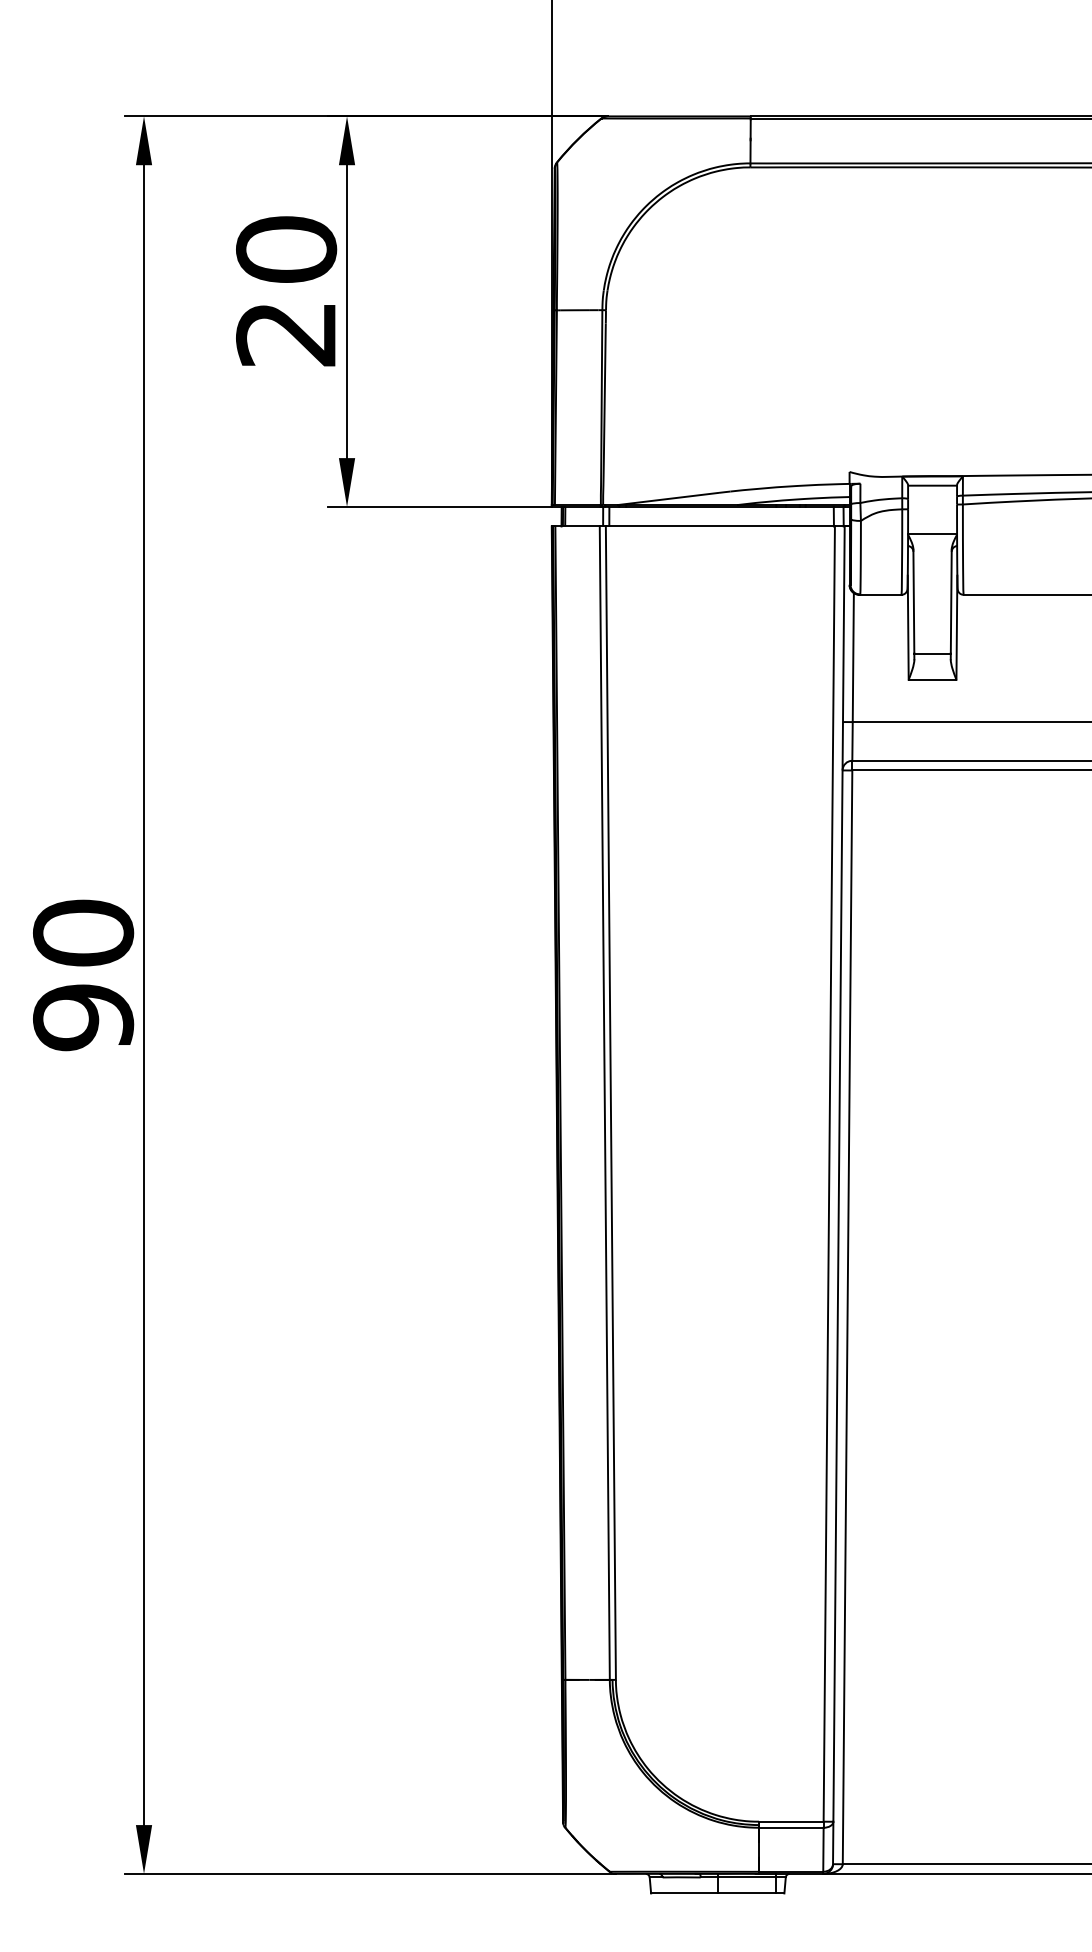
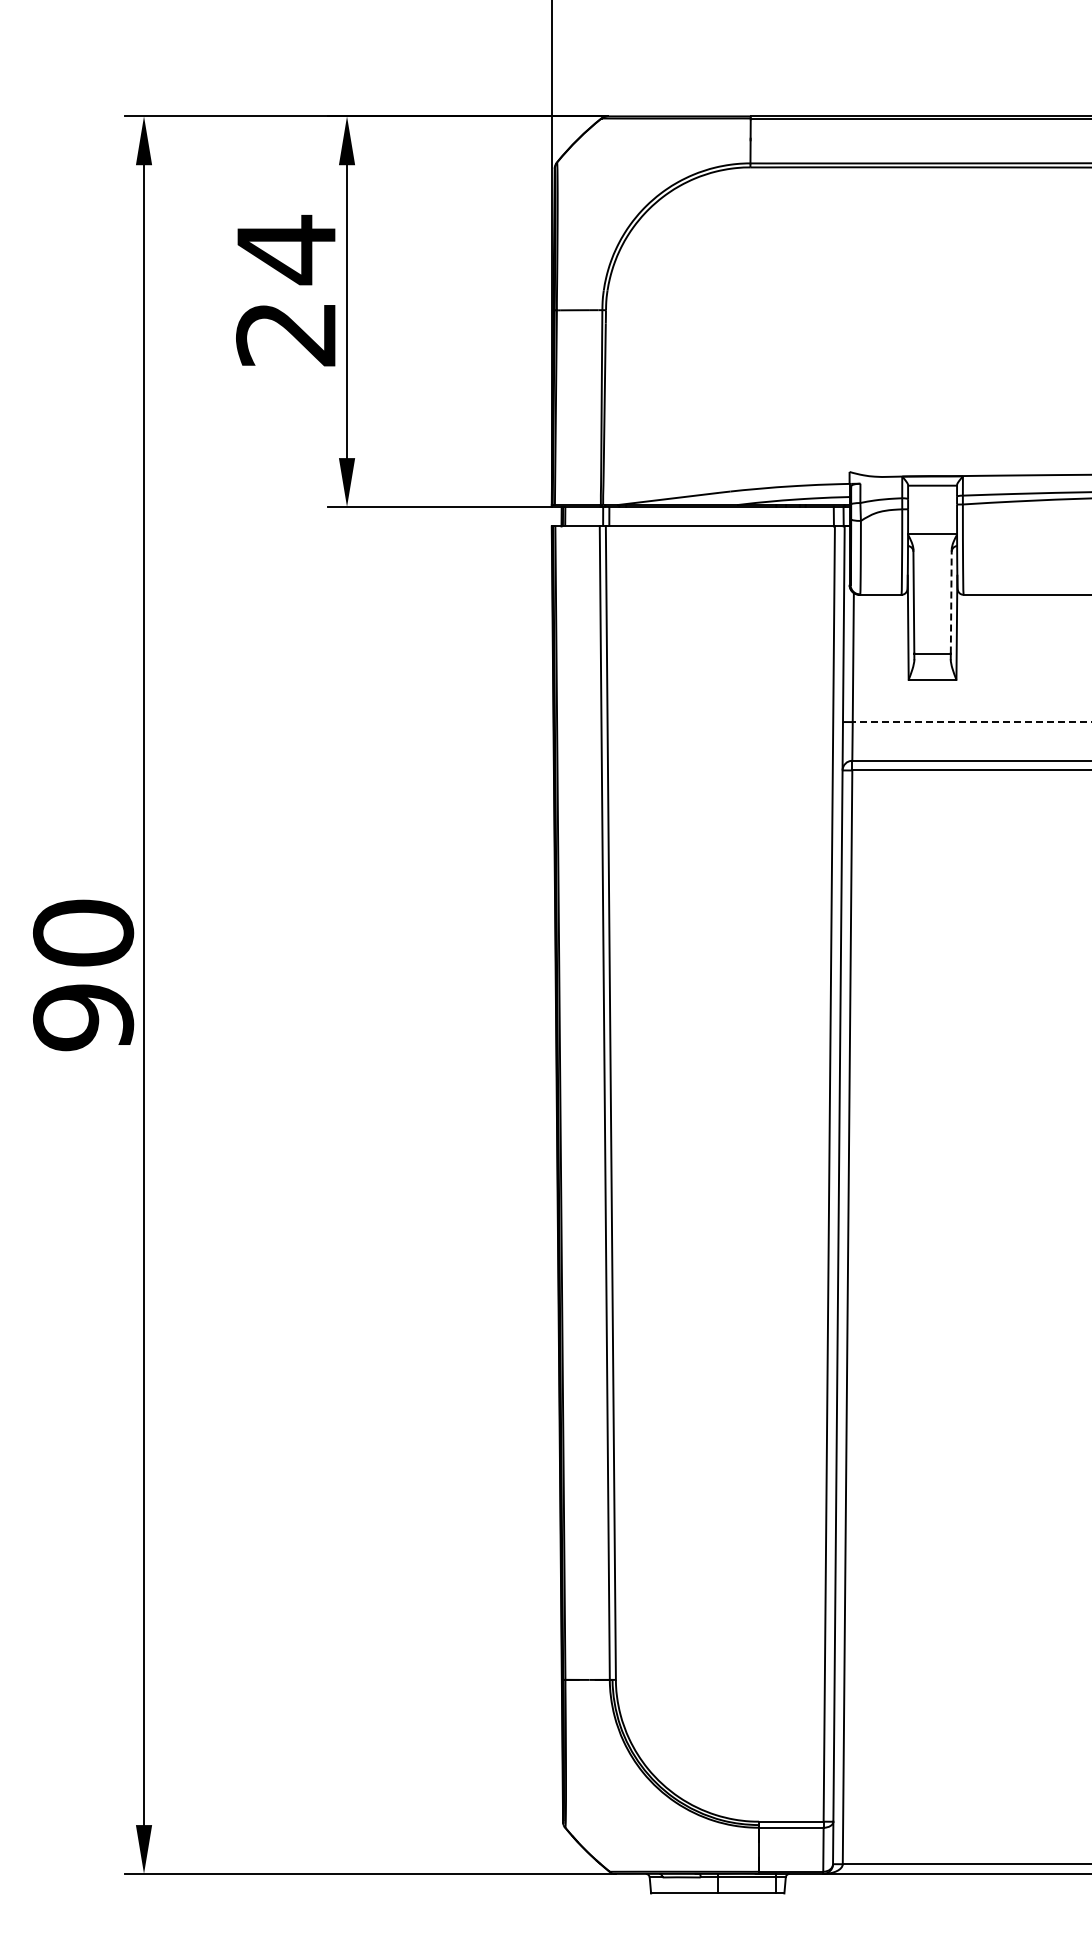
text at (286, 249): 20 -> 24
line at (951, 601): solid -> dashed
line at (971, 722): solid -> dashed
